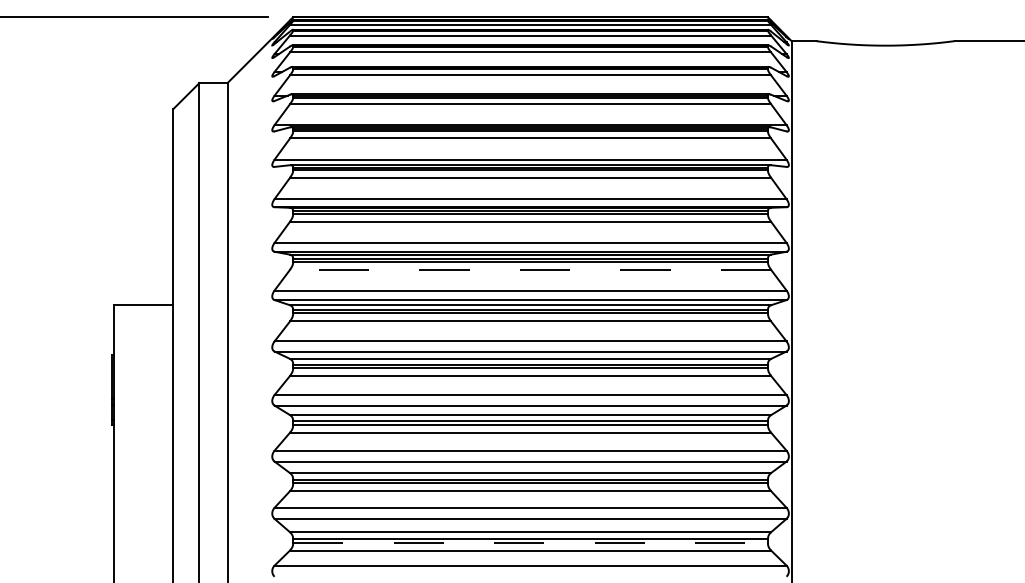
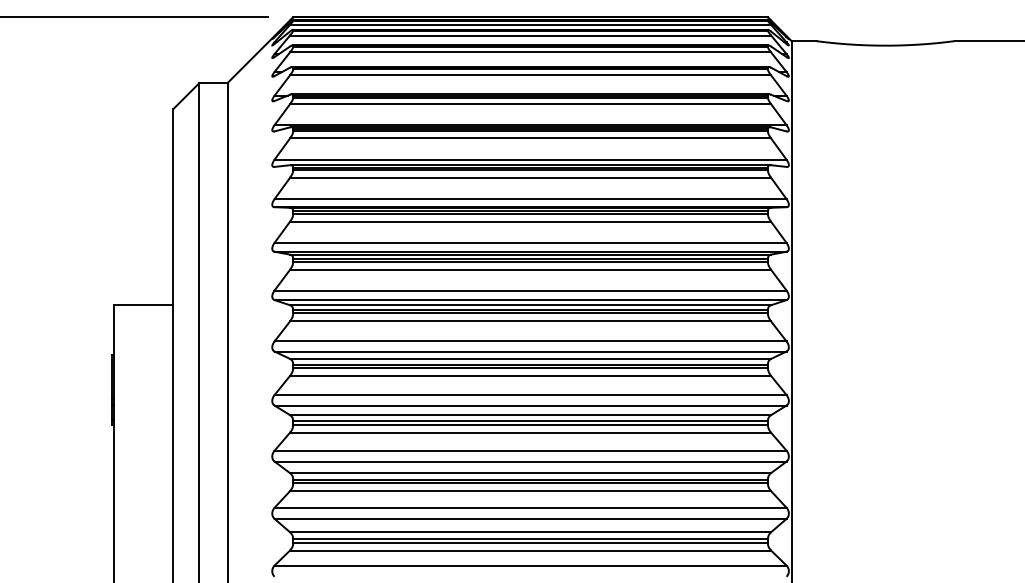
line at (530, 269): dashed -> solid
line at (531, 543): dashed -> solid
